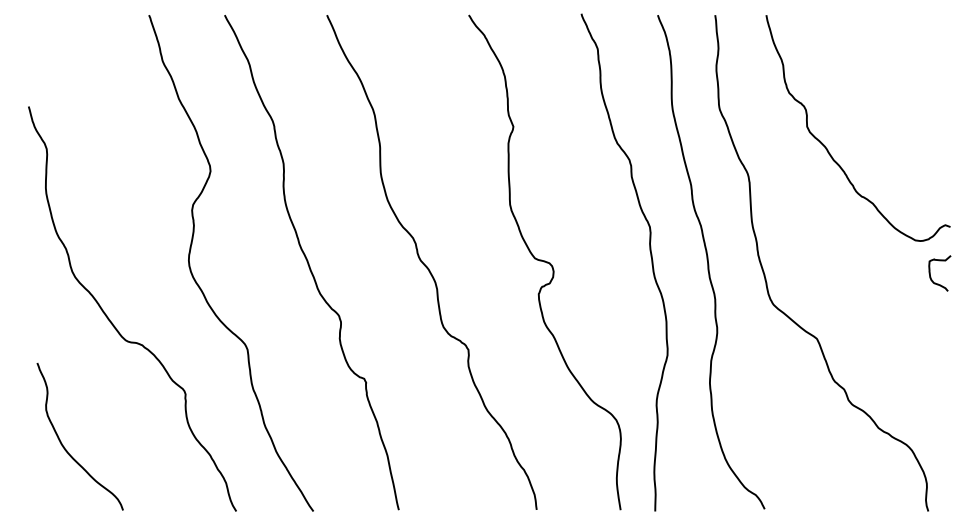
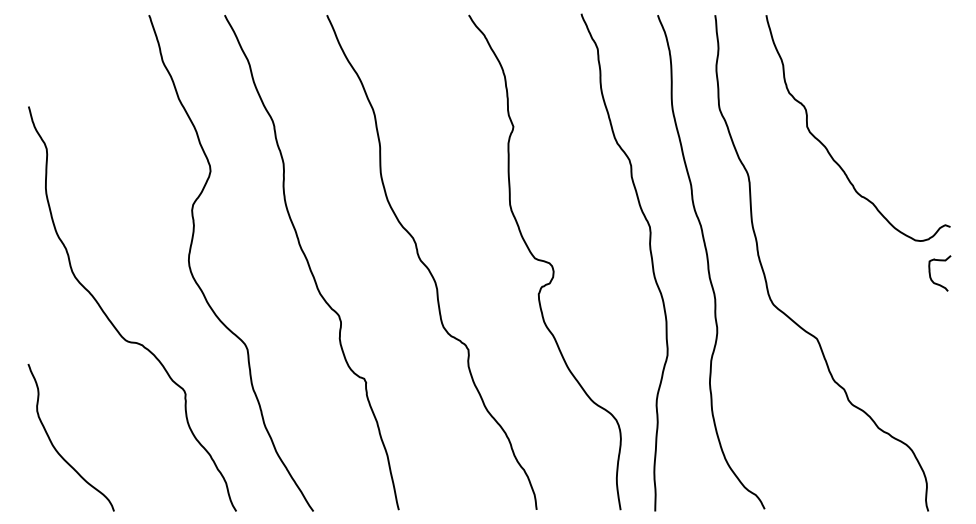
curve at (64, 446) position: (64, 446) -> (55, 447)
